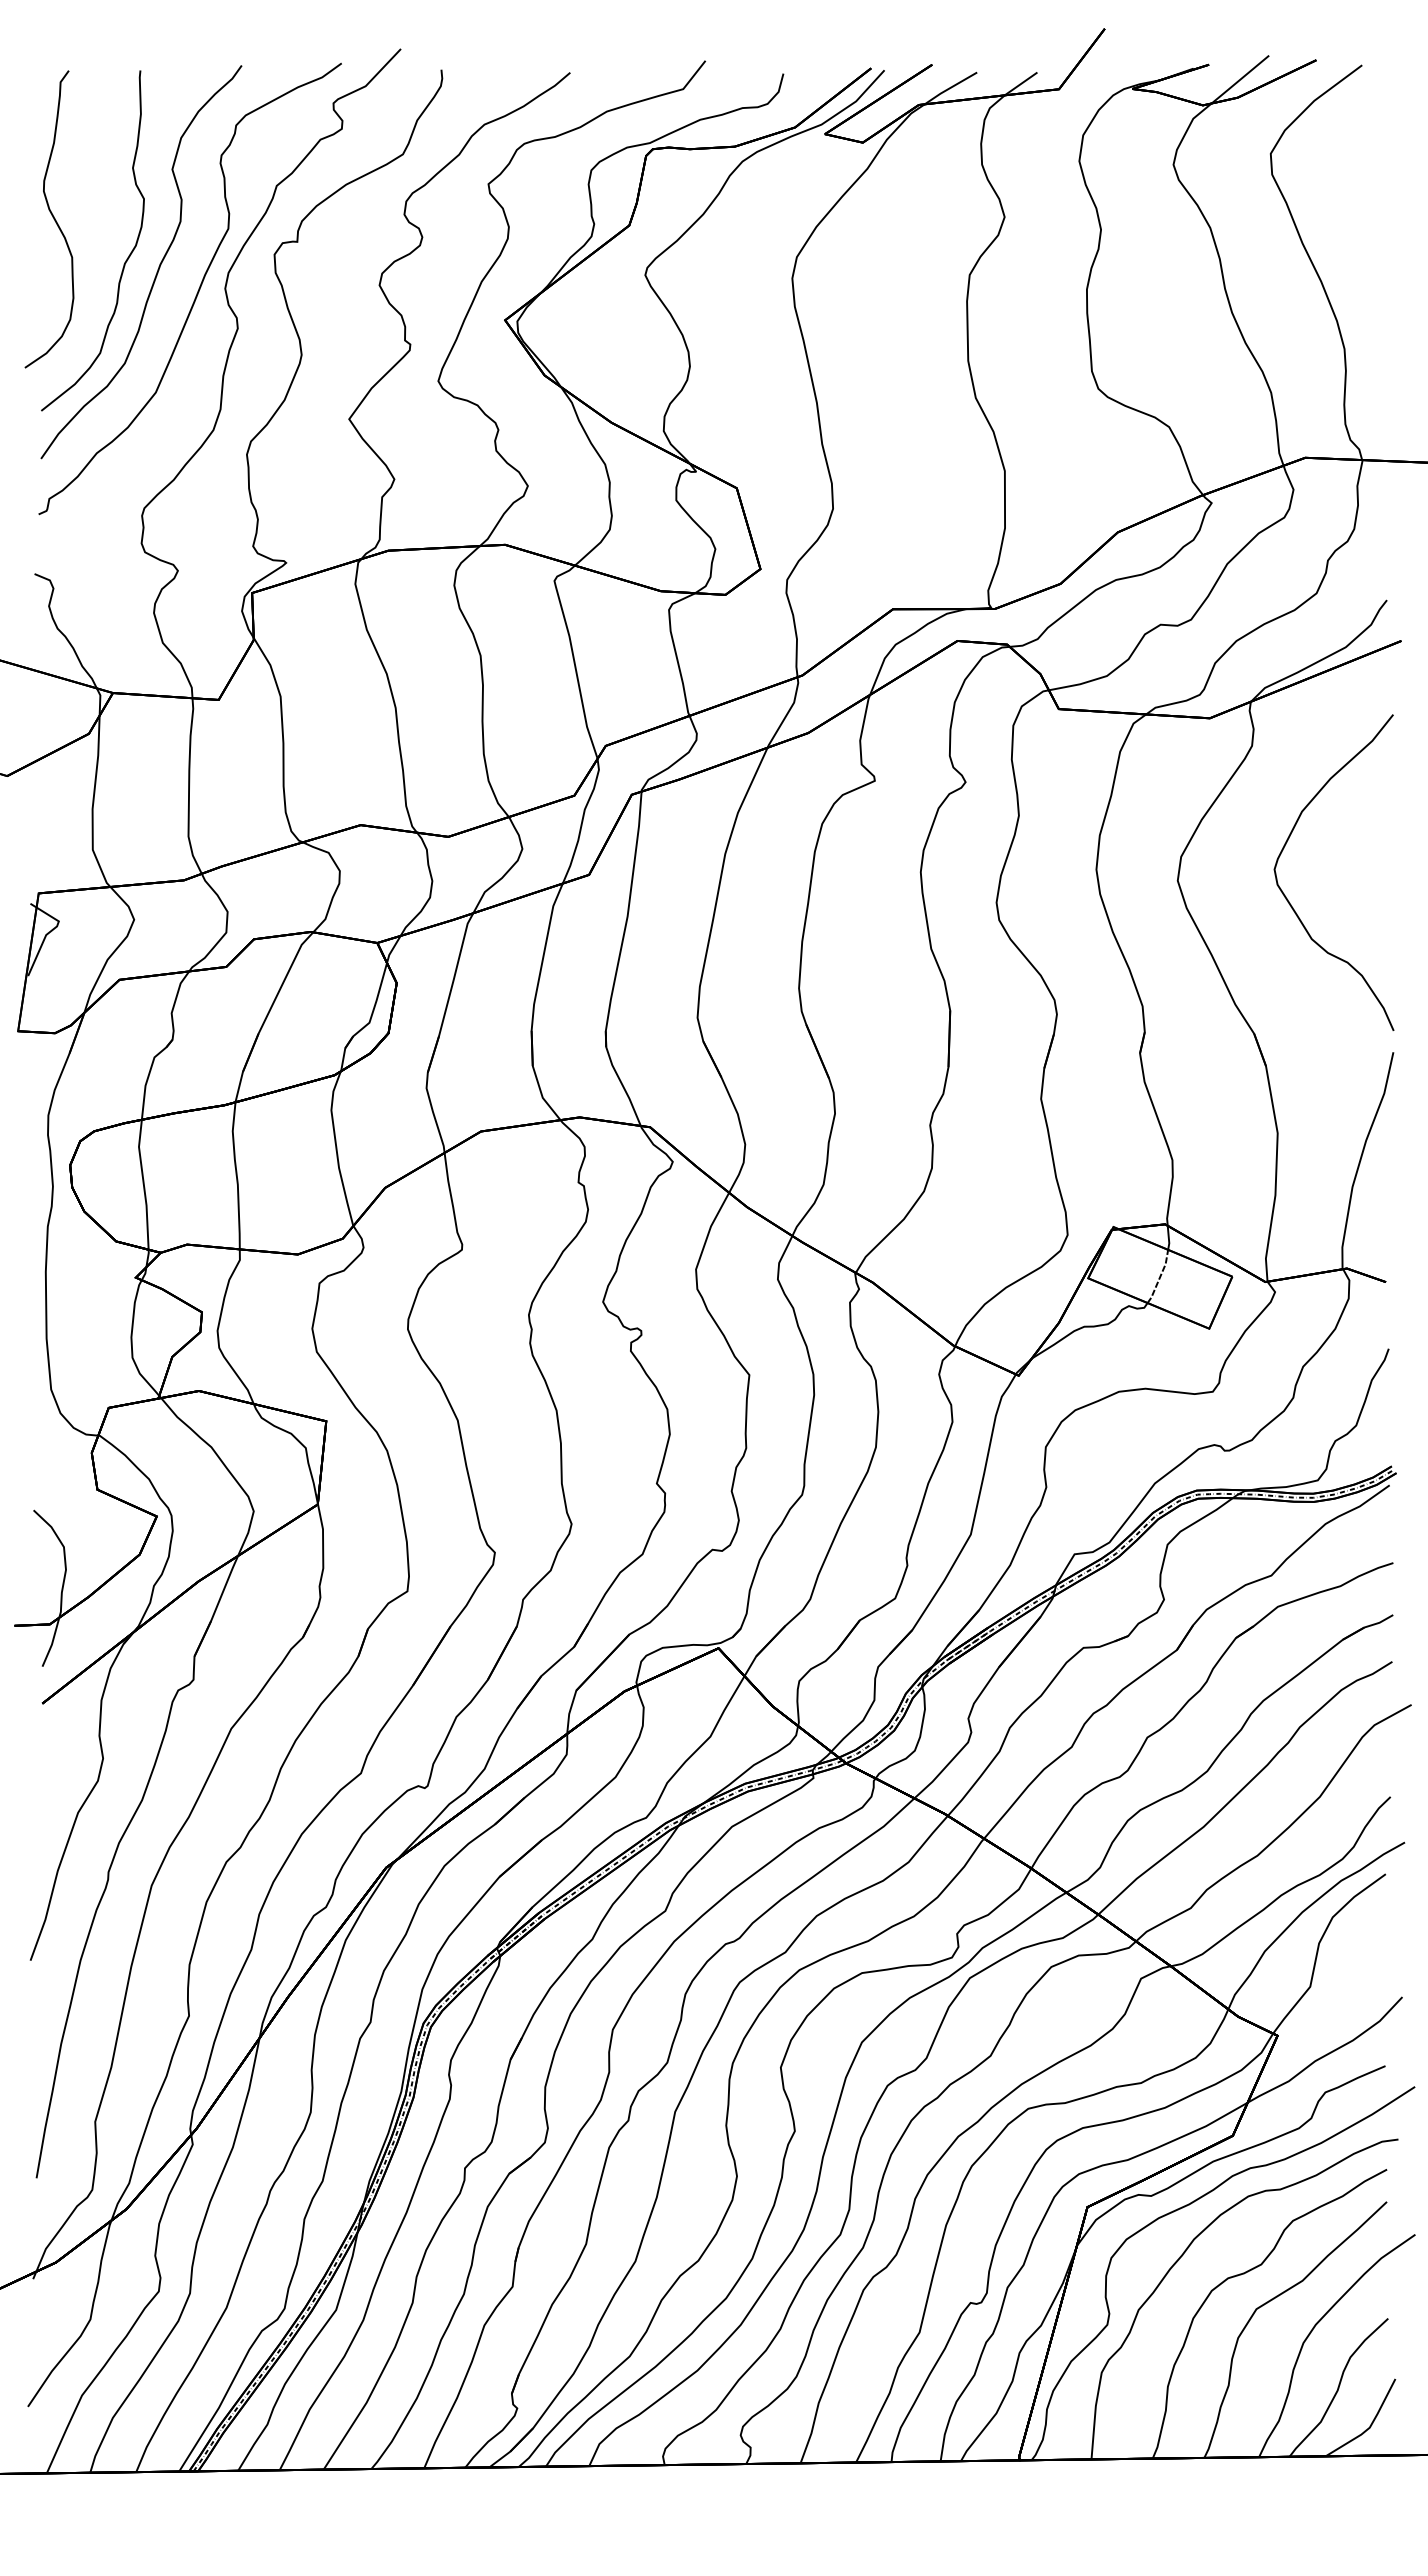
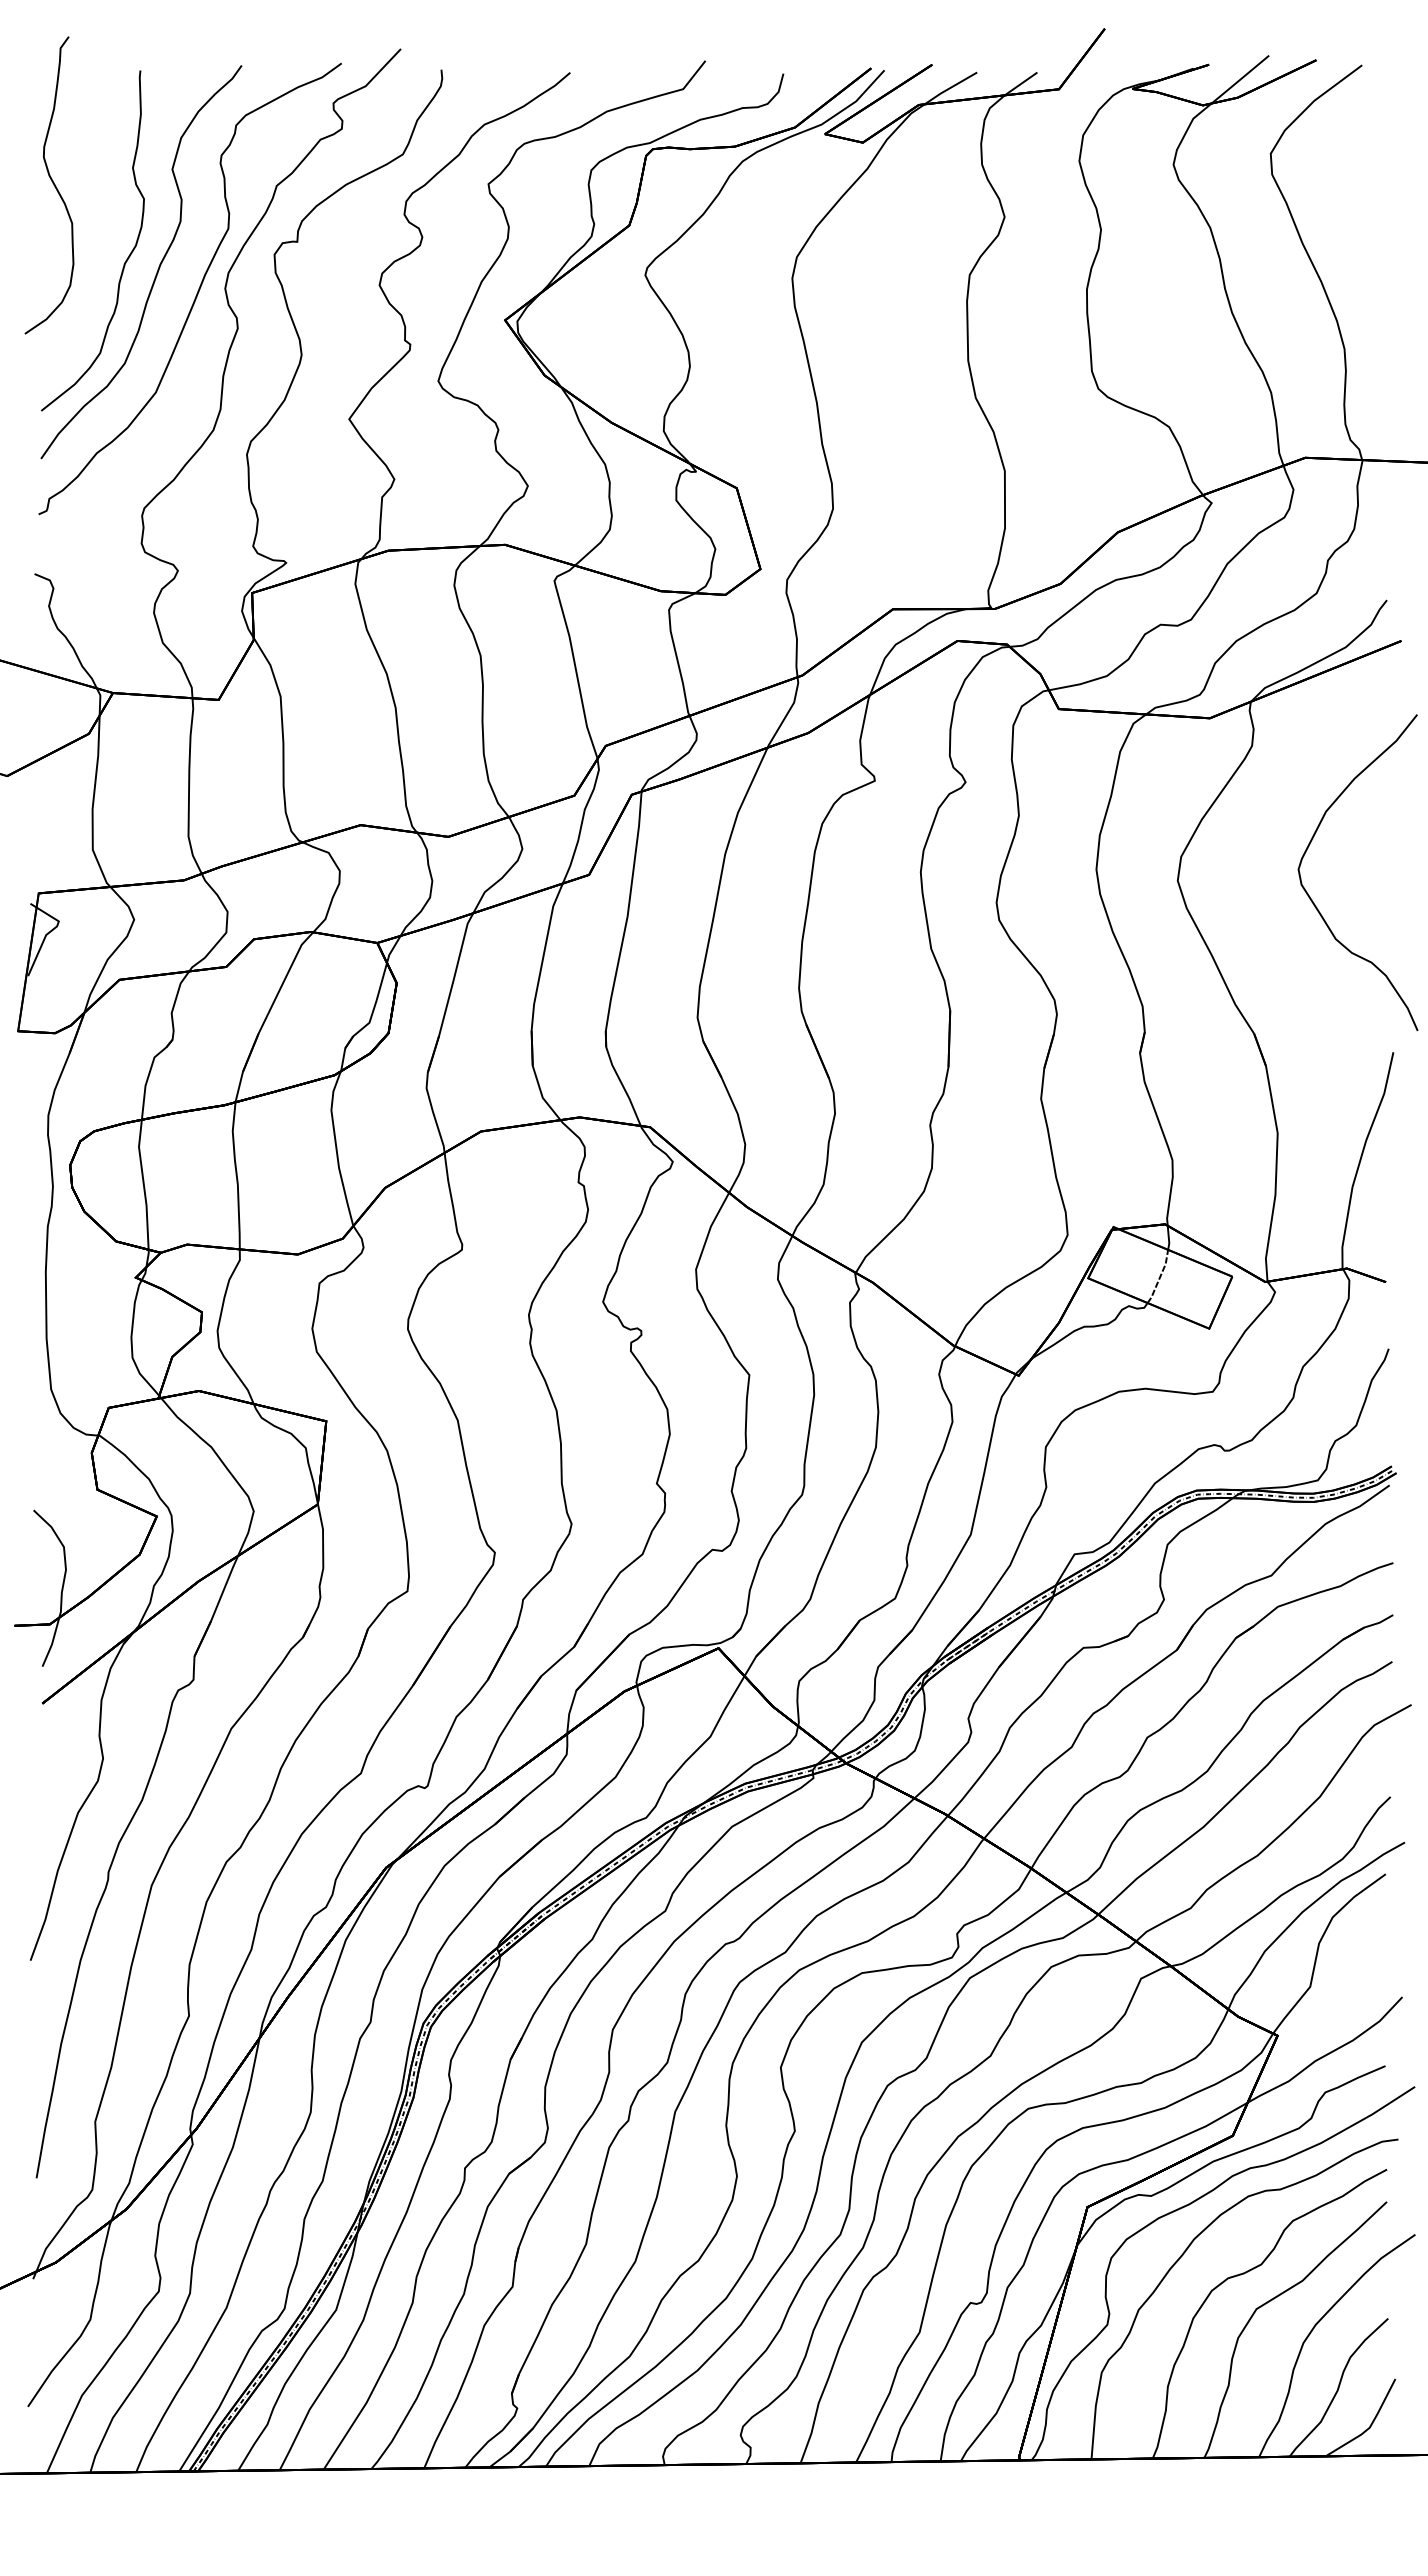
curve at (52, 217) position: (52, 217) -> (52, 183)
curve at (1288, 899) position: (1288, 899) -> (1312, 899)
